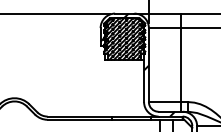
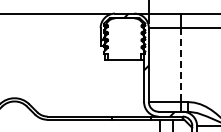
hatch at (124, 39): present -> none
line at (181, 65): solid -> dashed
